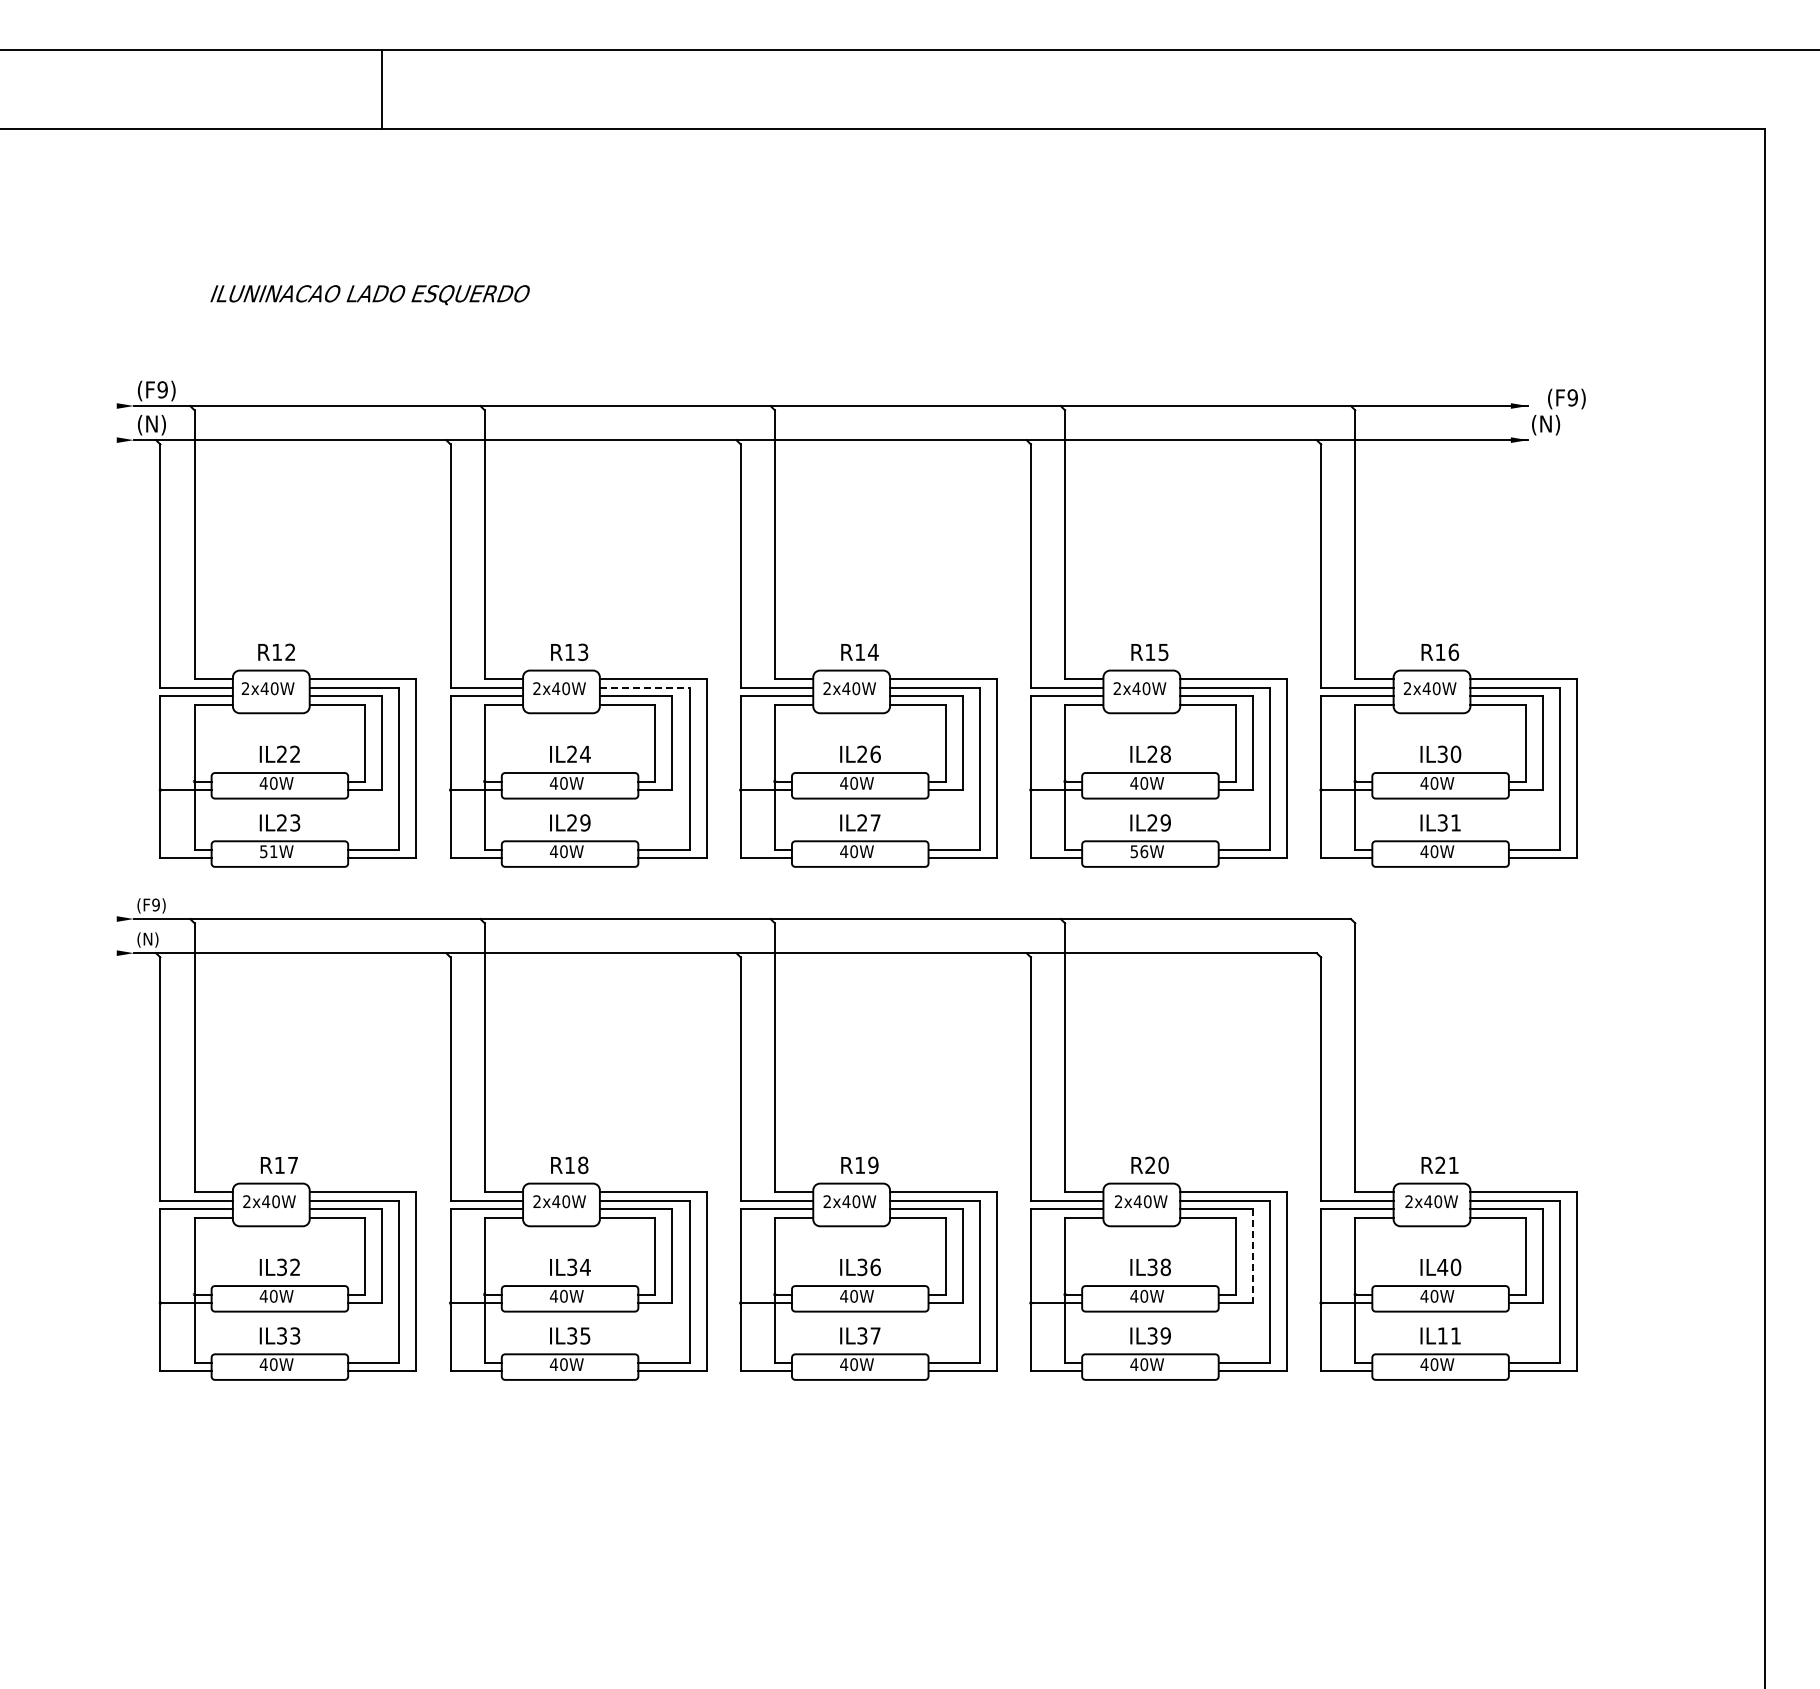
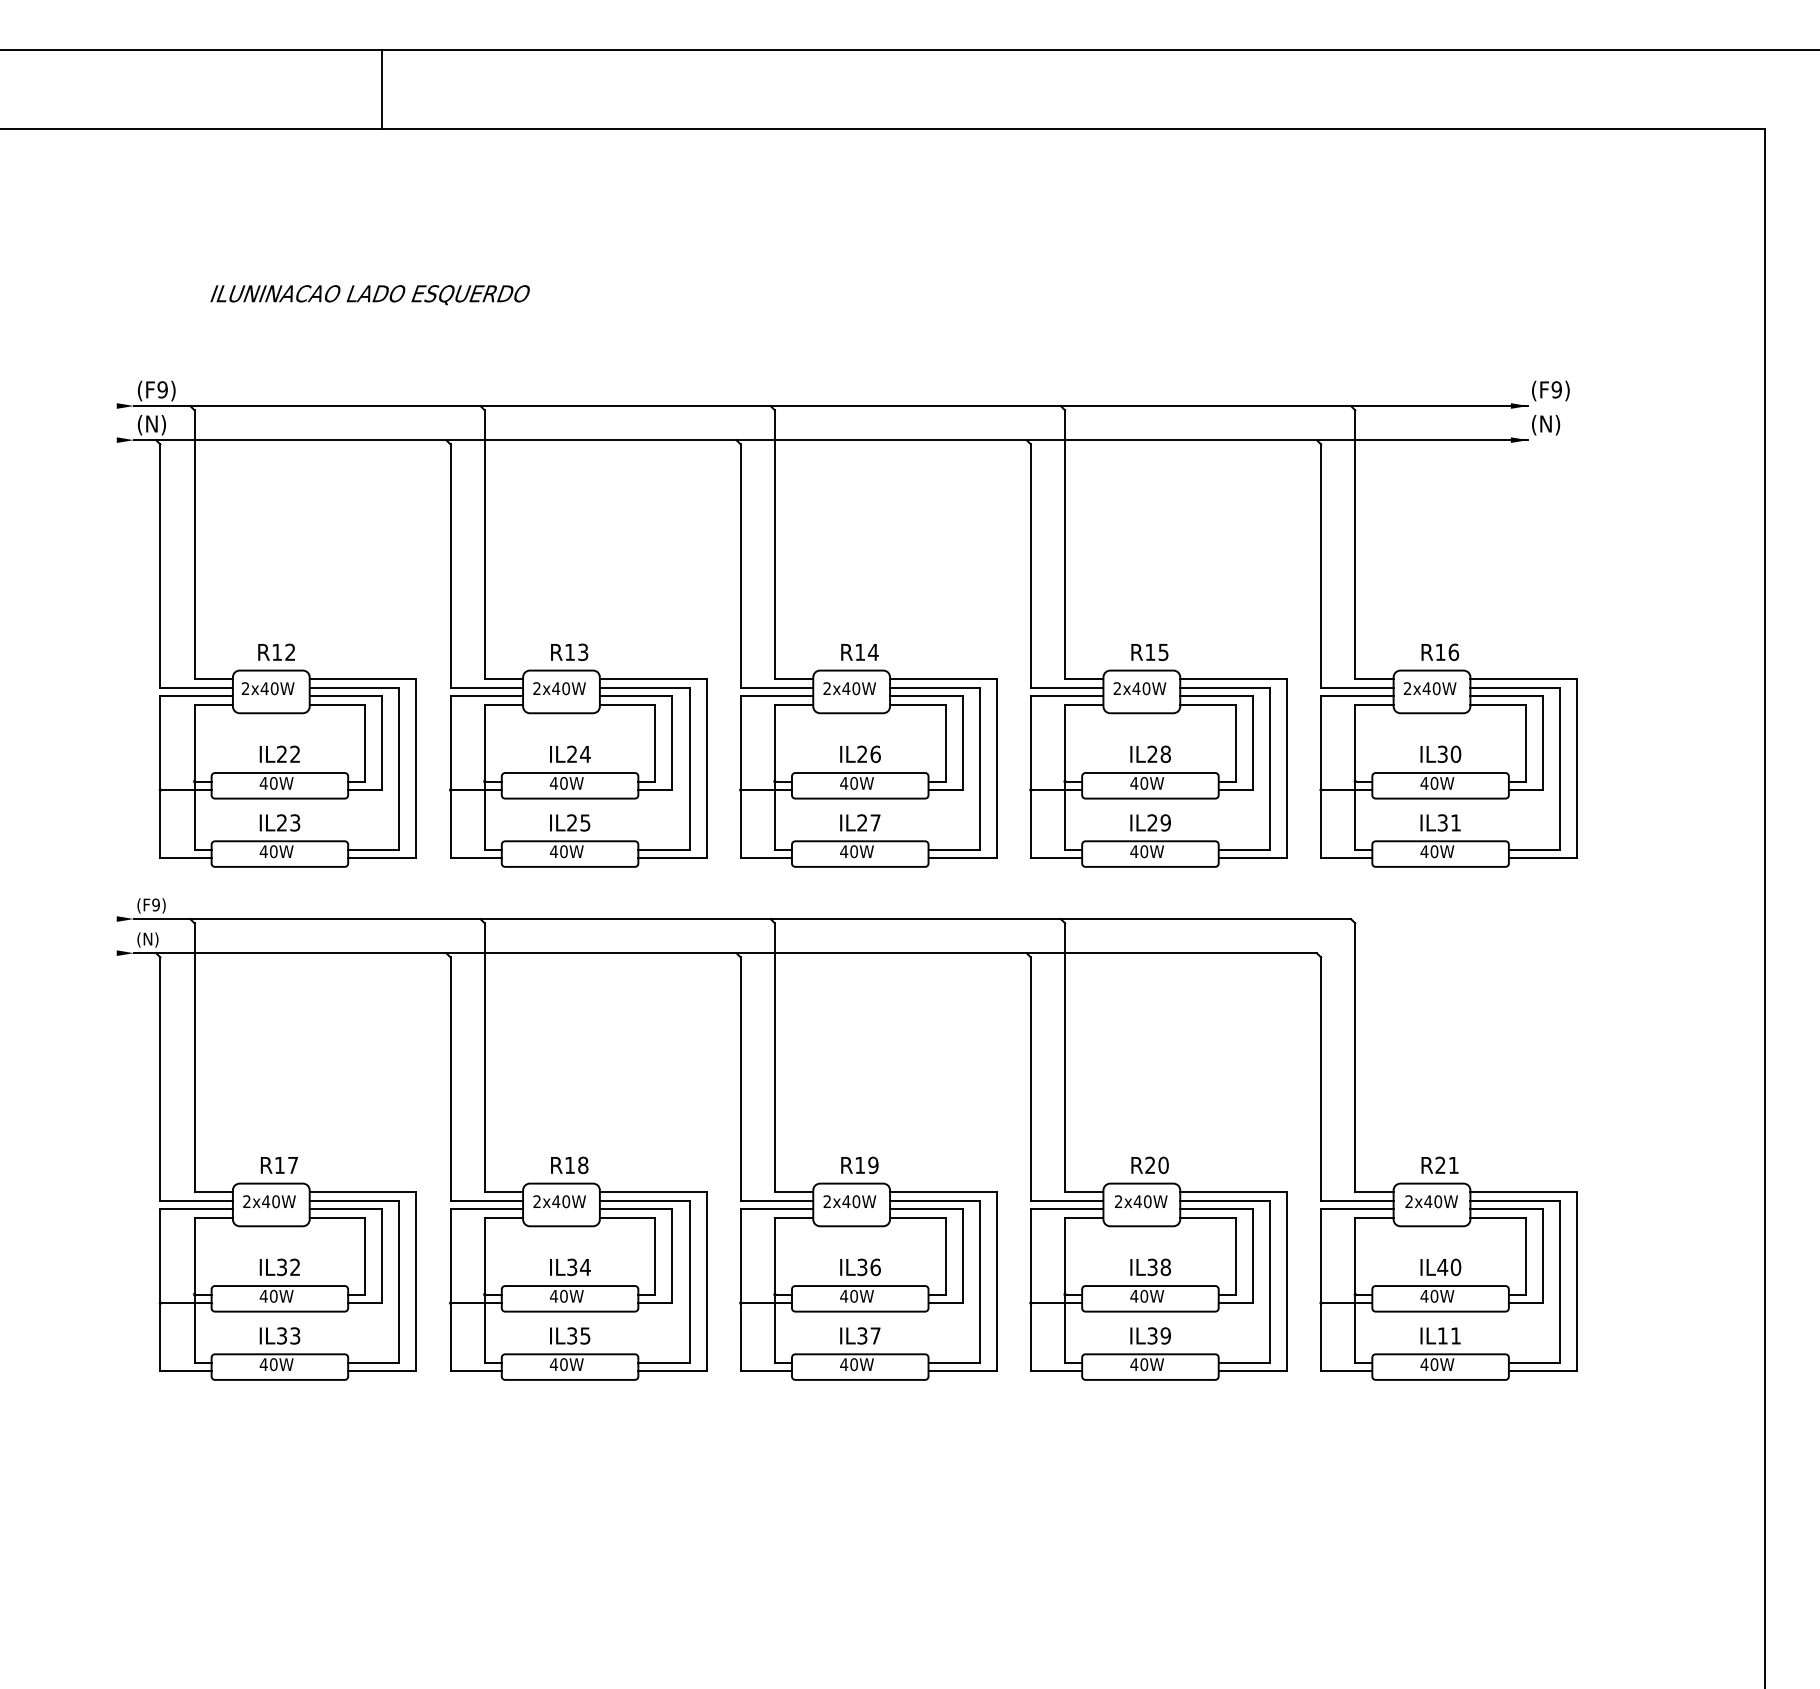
text at (1566, 398) position: (1566, 398) -> (1550, 390)
line at (644, 687): dashed -> solid
text at (585, 822): IL29 -> IL25
text at (268, 851): 51W -> 40W
text at (1139, 851): 56W -> 40W
line at (1252, 1256): dashed -> solid
